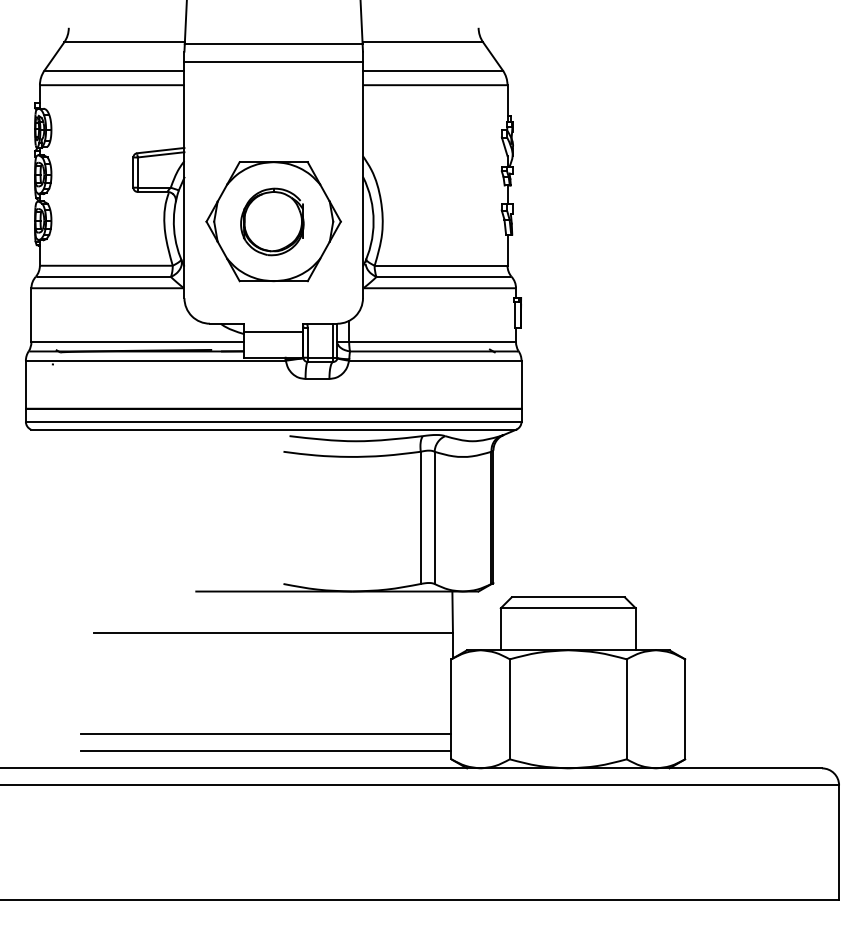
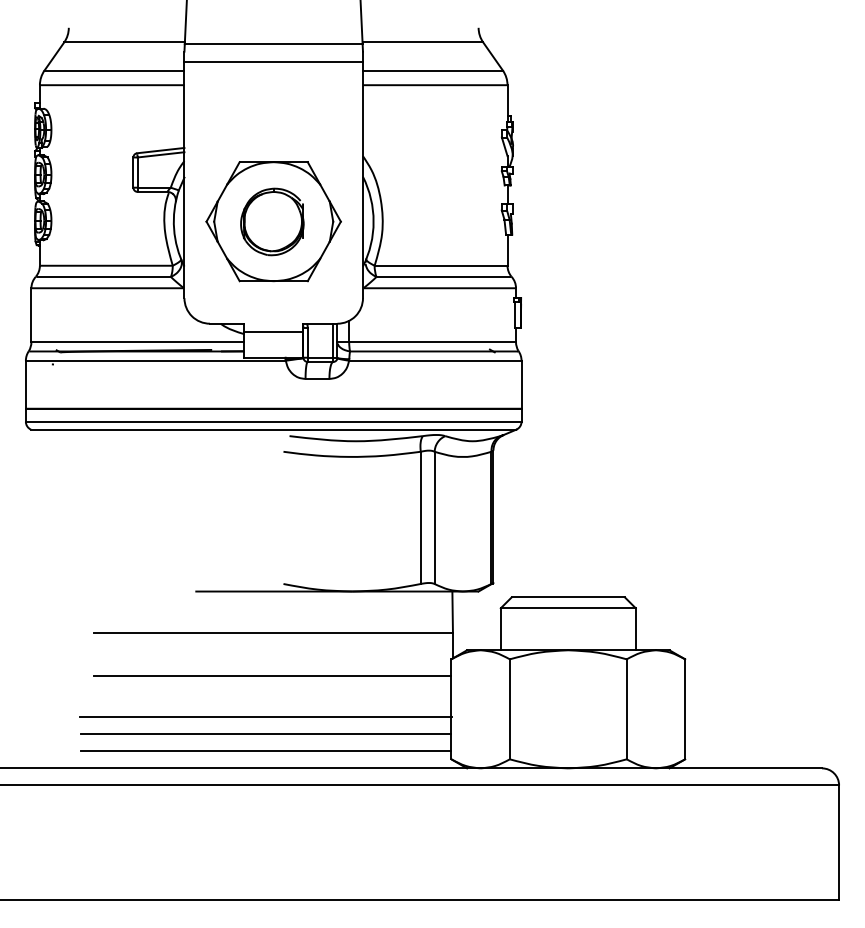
line at (272, 676): none -> present
line at (266, 717): none -> present
